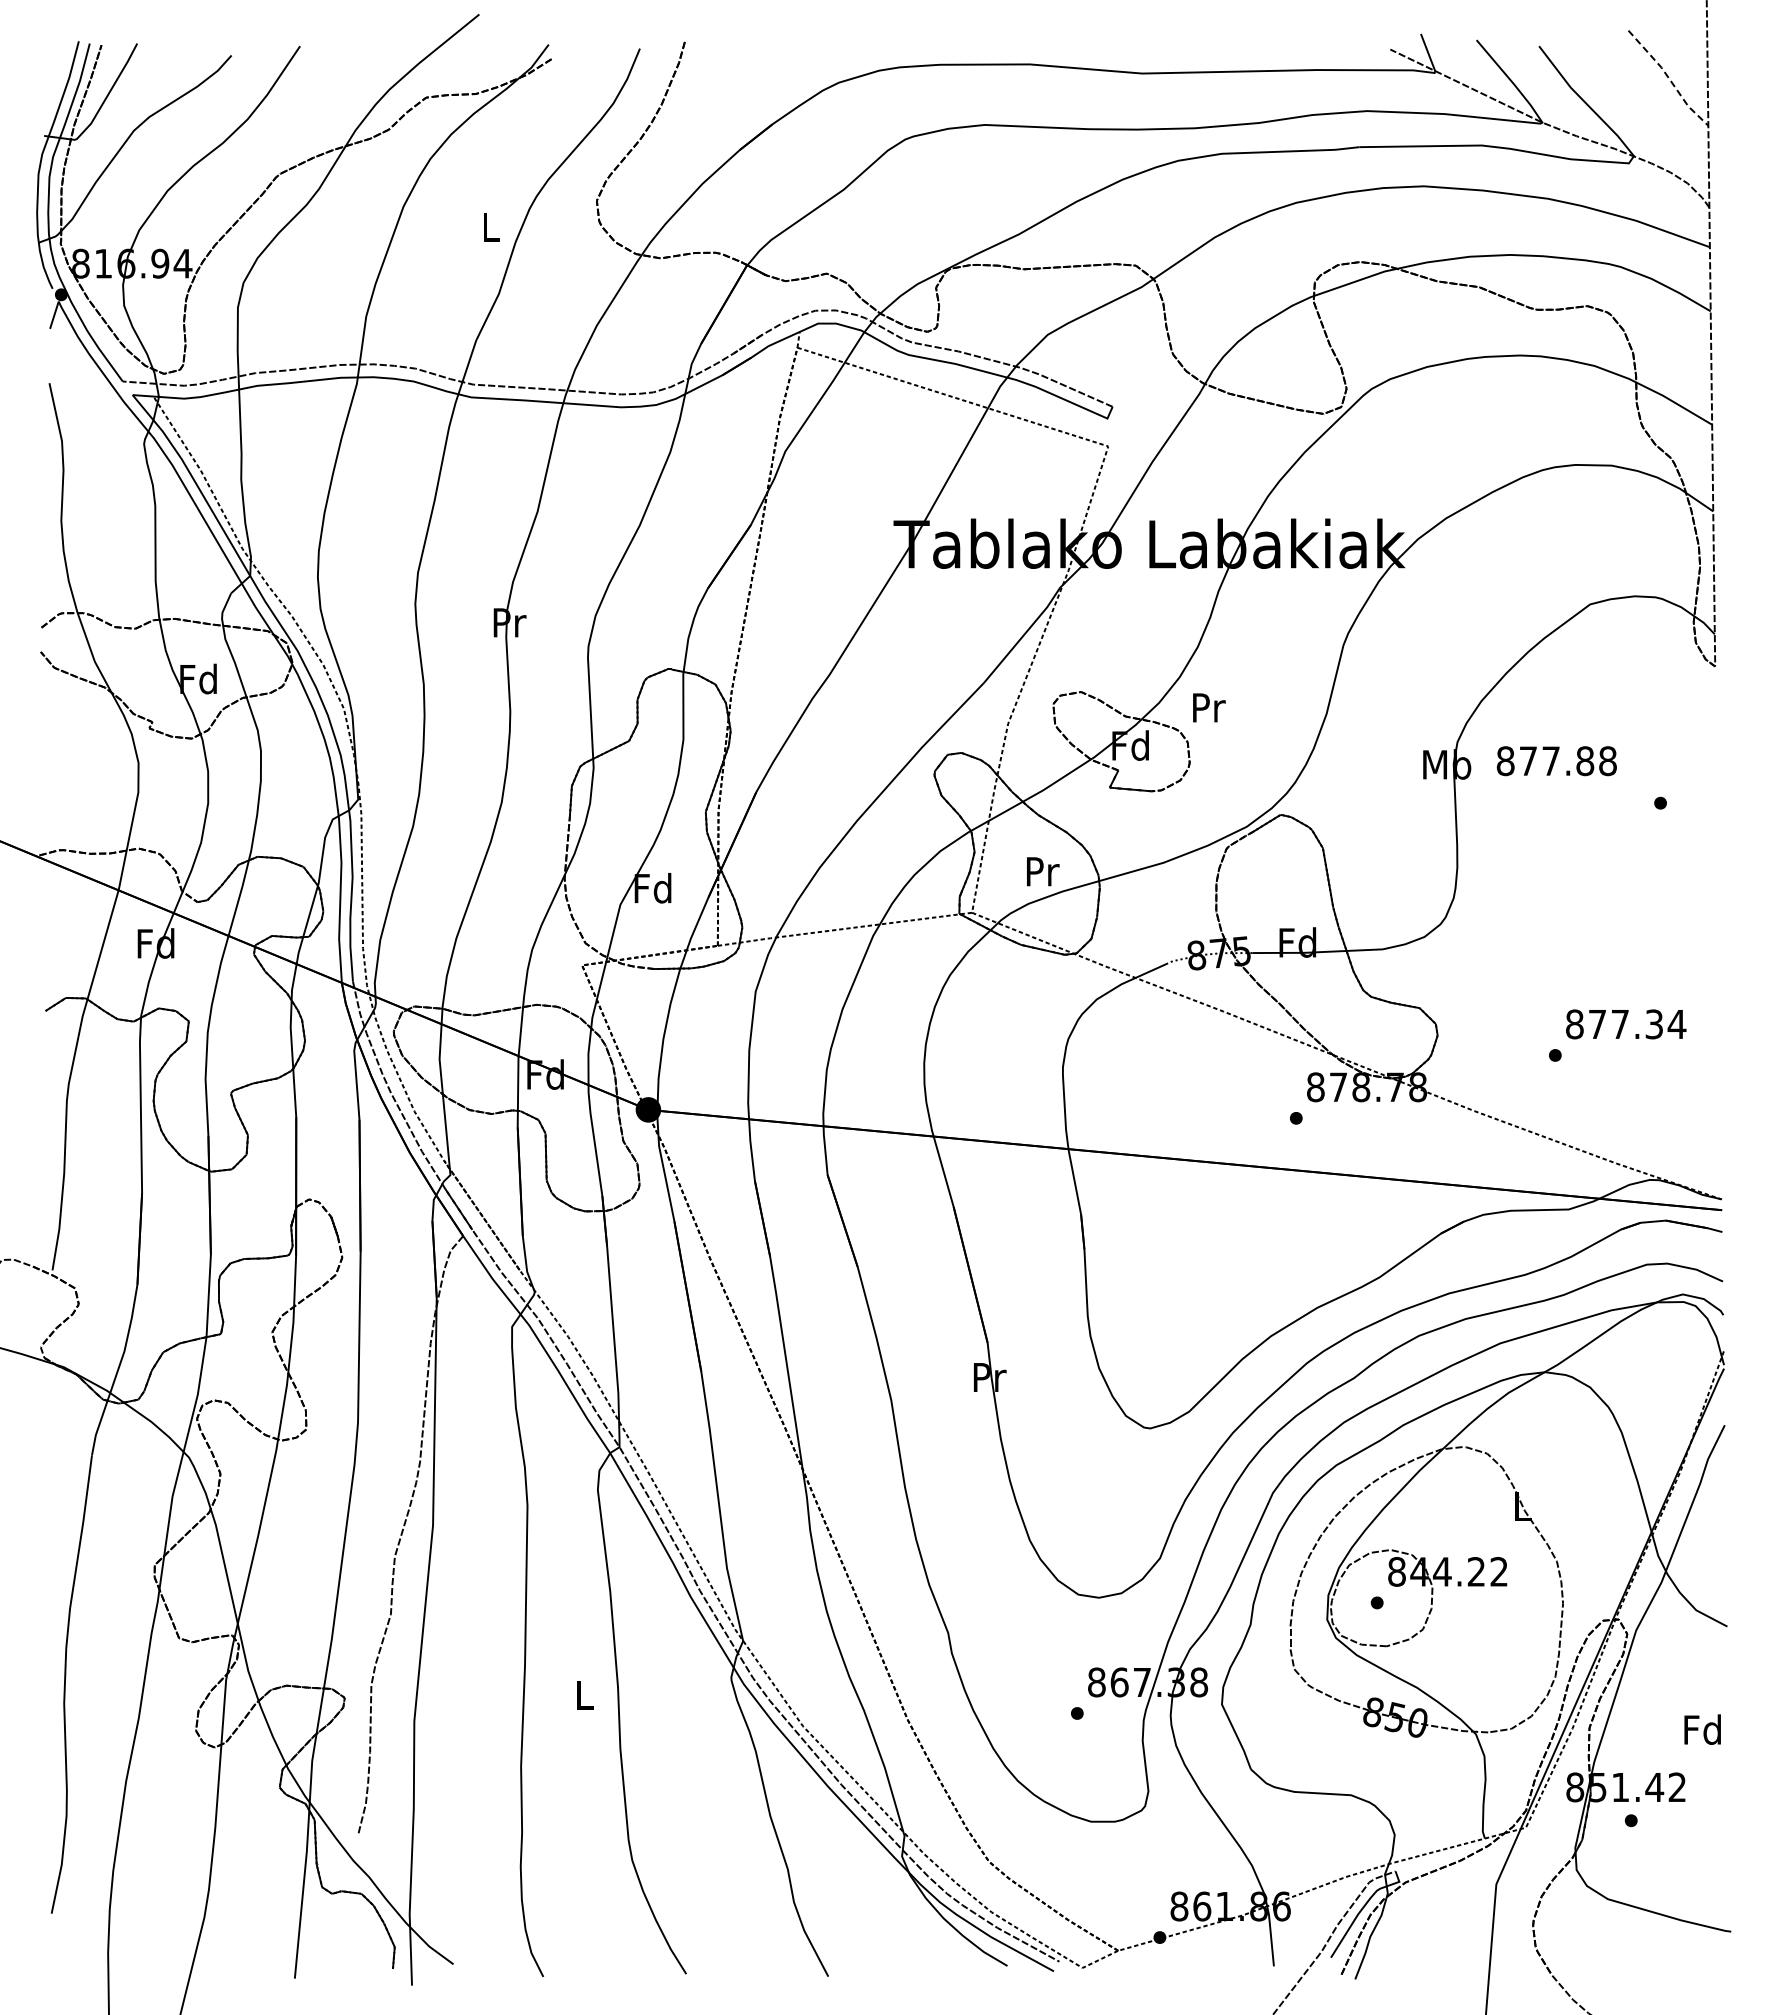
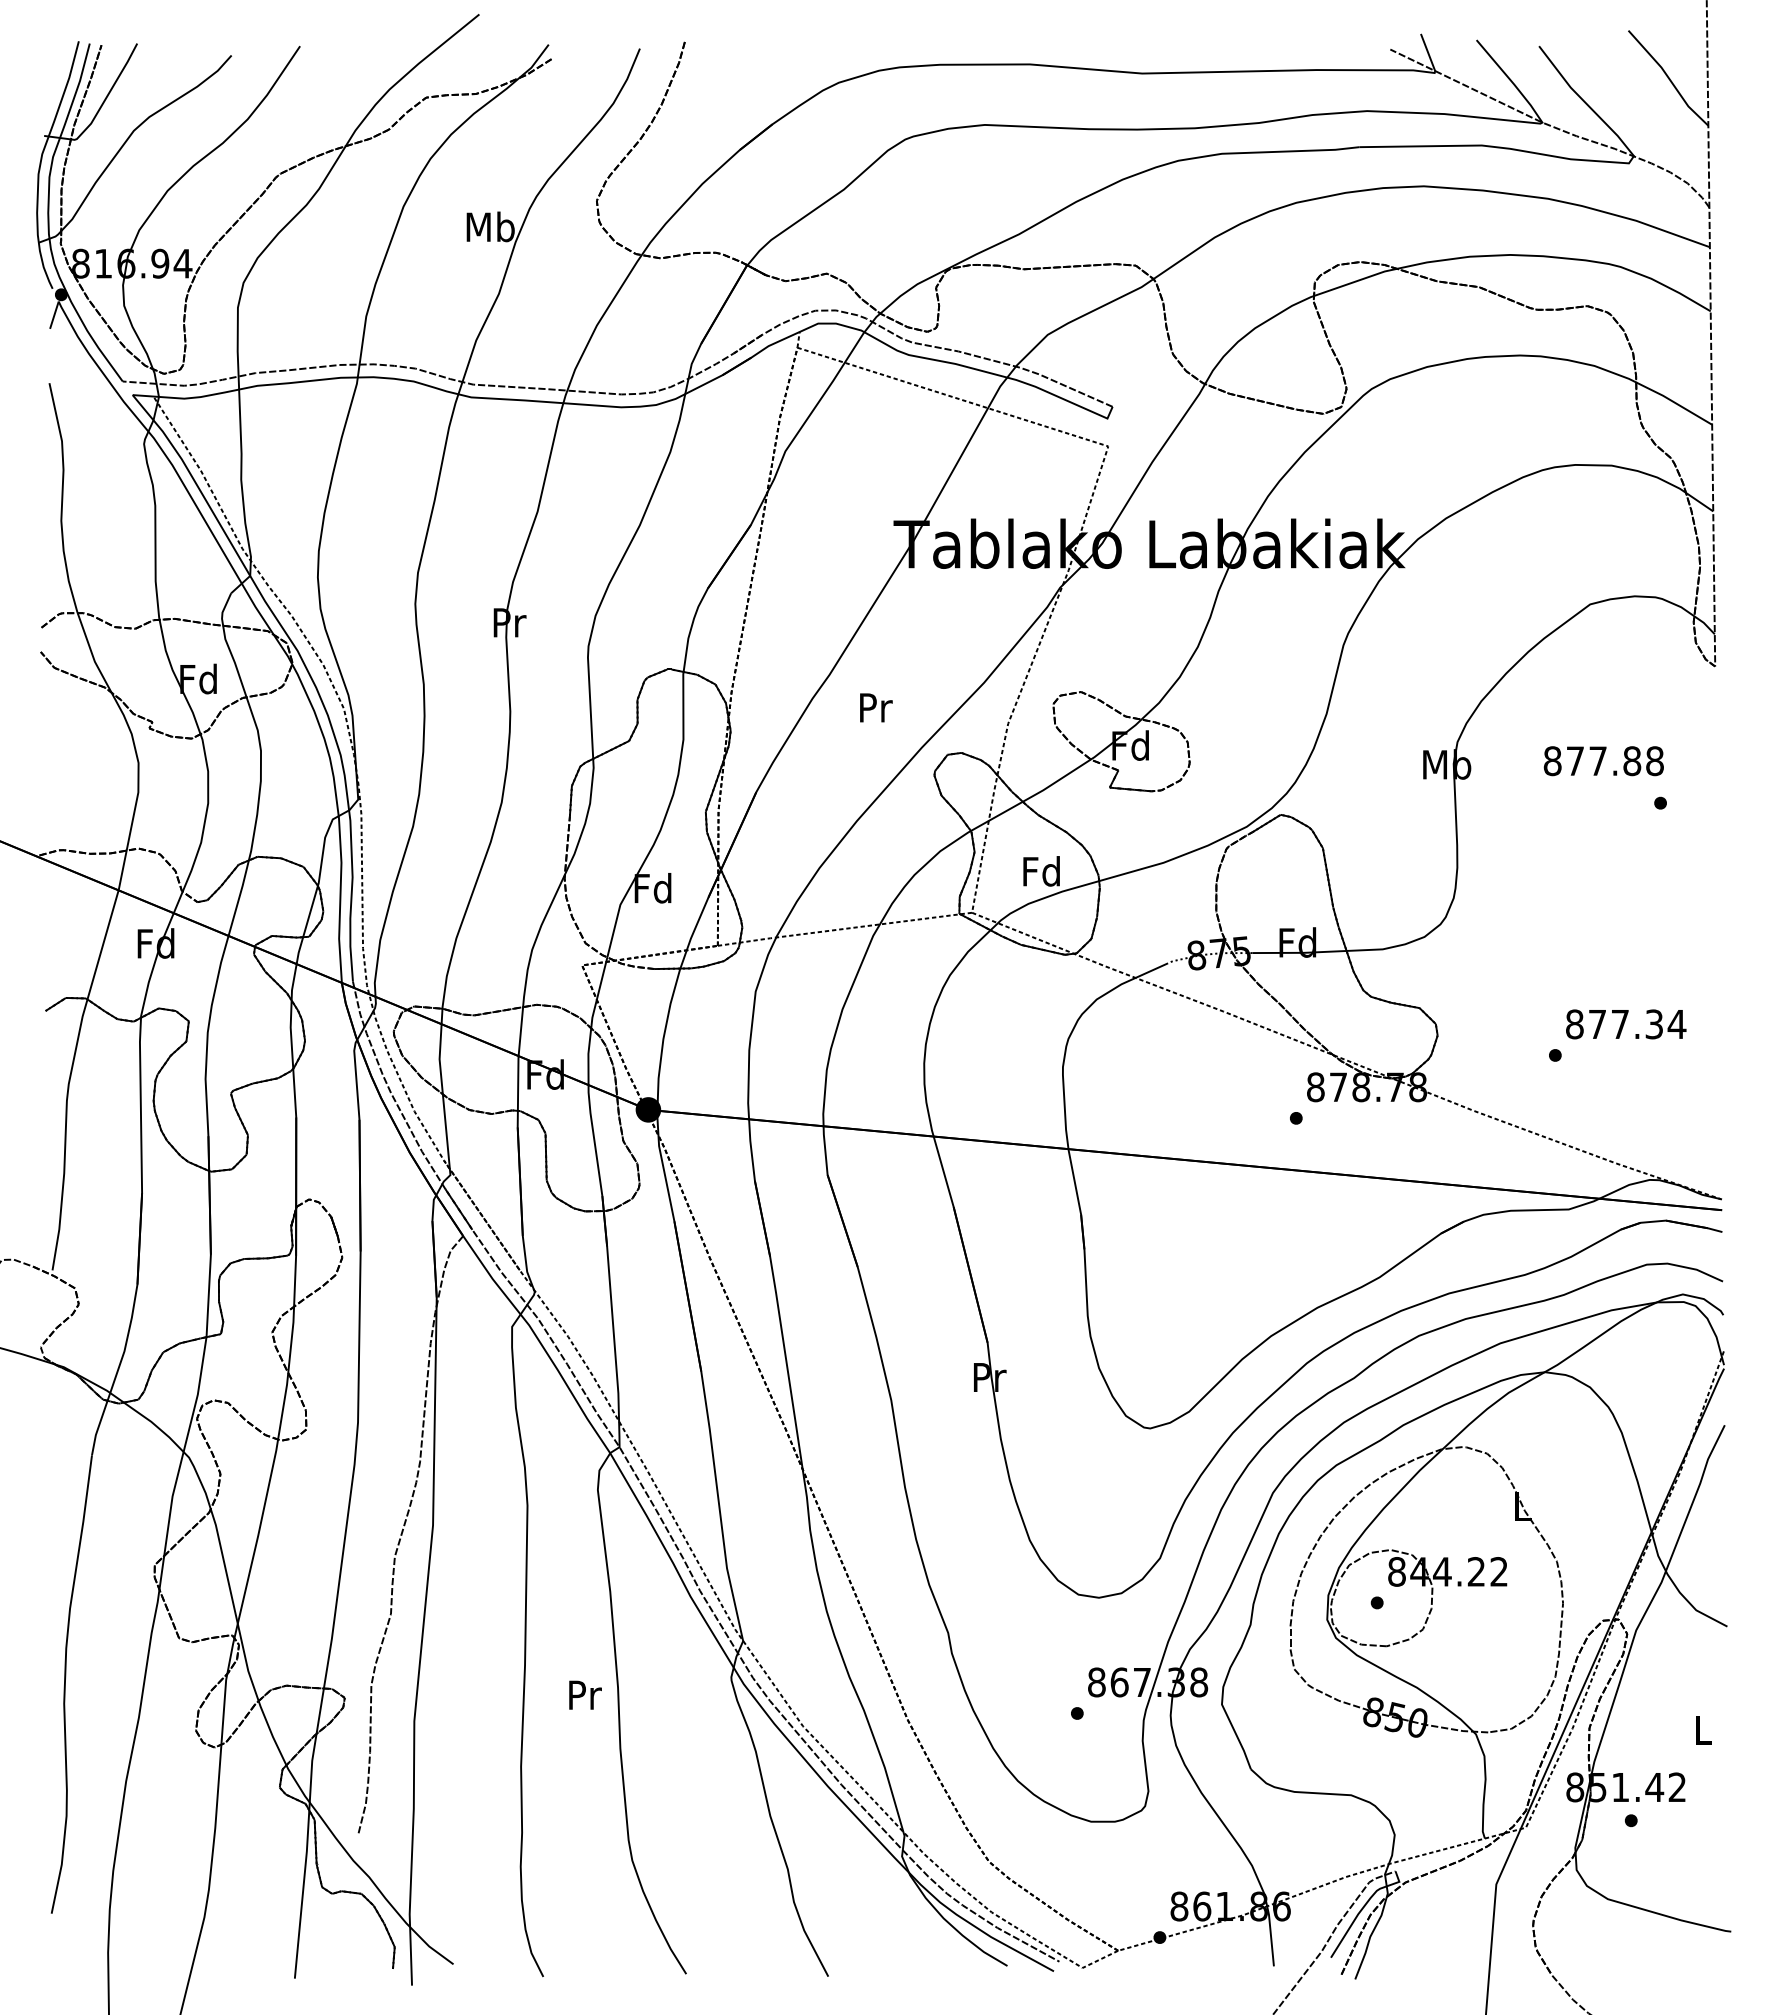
line at (1668, 78): dashed -> solid
text at (490, 226): L -> Mb
text at (1209, 707) position: (1209, 707) -> (876, 707)
text at (1556, 761) position: (1556, 761) -> (1603, 761)
text at (1041, 871): Pr -> Fd
text at (585, 1694): L -> Pr
text at (1702, 1729): Fd -> L
